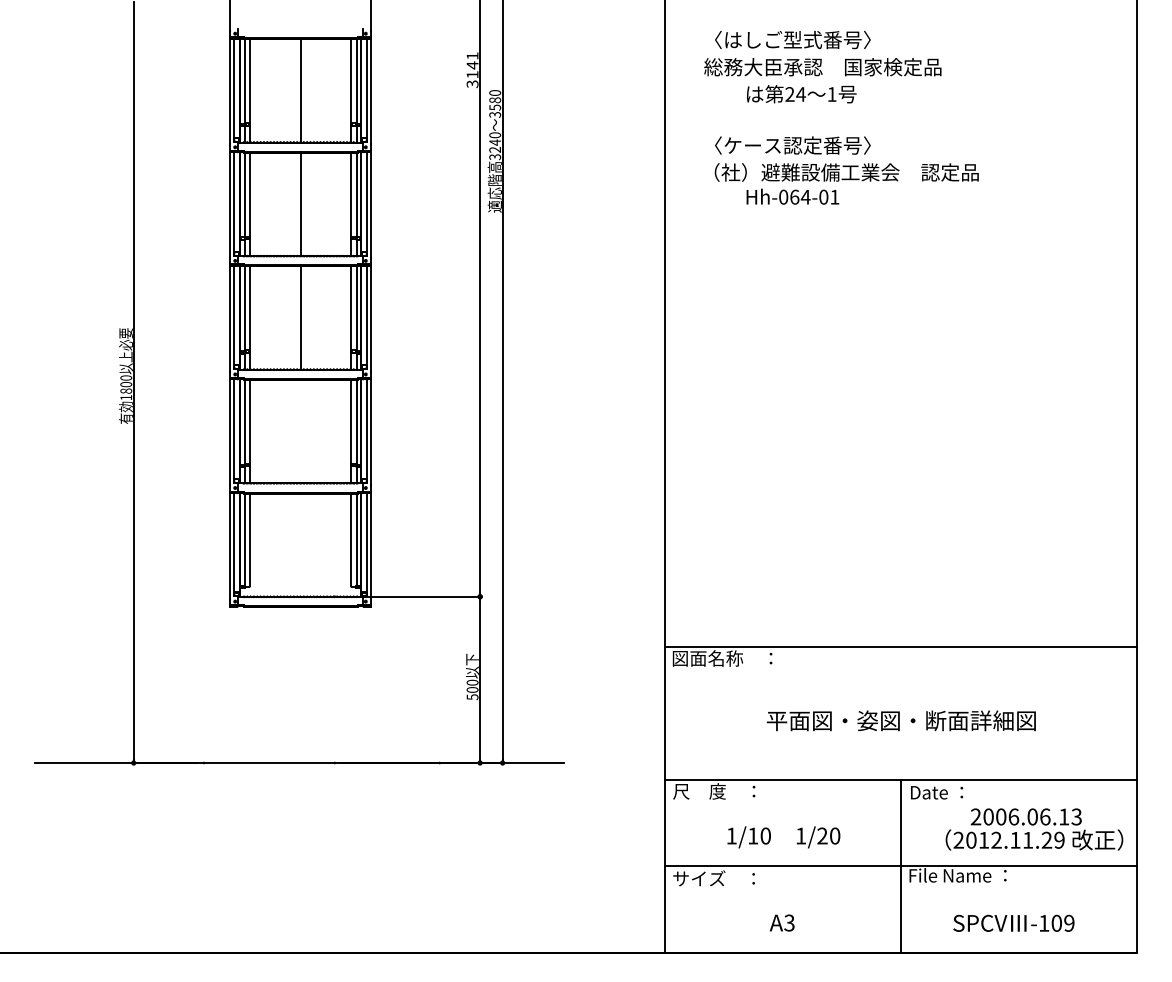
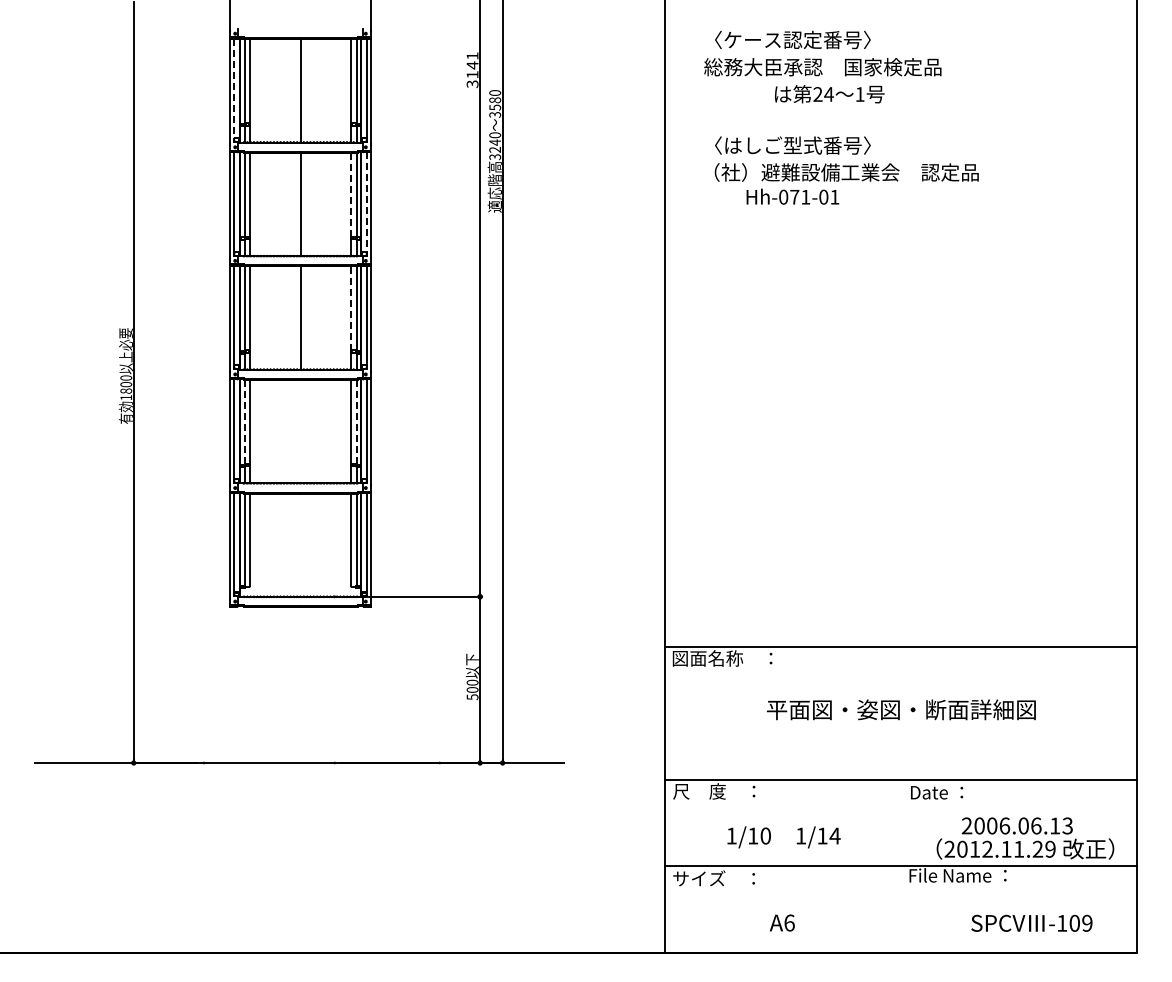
text at (773, 39): 〈はしご型式番号〉 -> 〈ケース認定番号〉
line at (234, 88): solid -> dashed
text at (801, 94) position: (801, 94) -> (829, 94)
text at (773, 145): 〈ケース認定番号〉 -> 〈はしご型式番号〉
line at (351, 194): solid -> dashed
text at (800, 196): Hh-064-01 -> Hh-071-01
line at (366, 201): solid -> dashed
line at (351, 308): solid -> dashed
line at (244, 422): solid -> dashed
line at (356, 422): solid -> dashed
text at (900, 720) position: (900, 720) -> (900, 709)
text at (1034, 829) position: (1034, 829) -> (1025, 838)
text at (828, 835): 1/20 -> 1/14
line at (900, 865): present -> none
text at (789, 922): A3 -> A6
text at (1013, 922) position: (1013, 922) -> (1031, 922)
